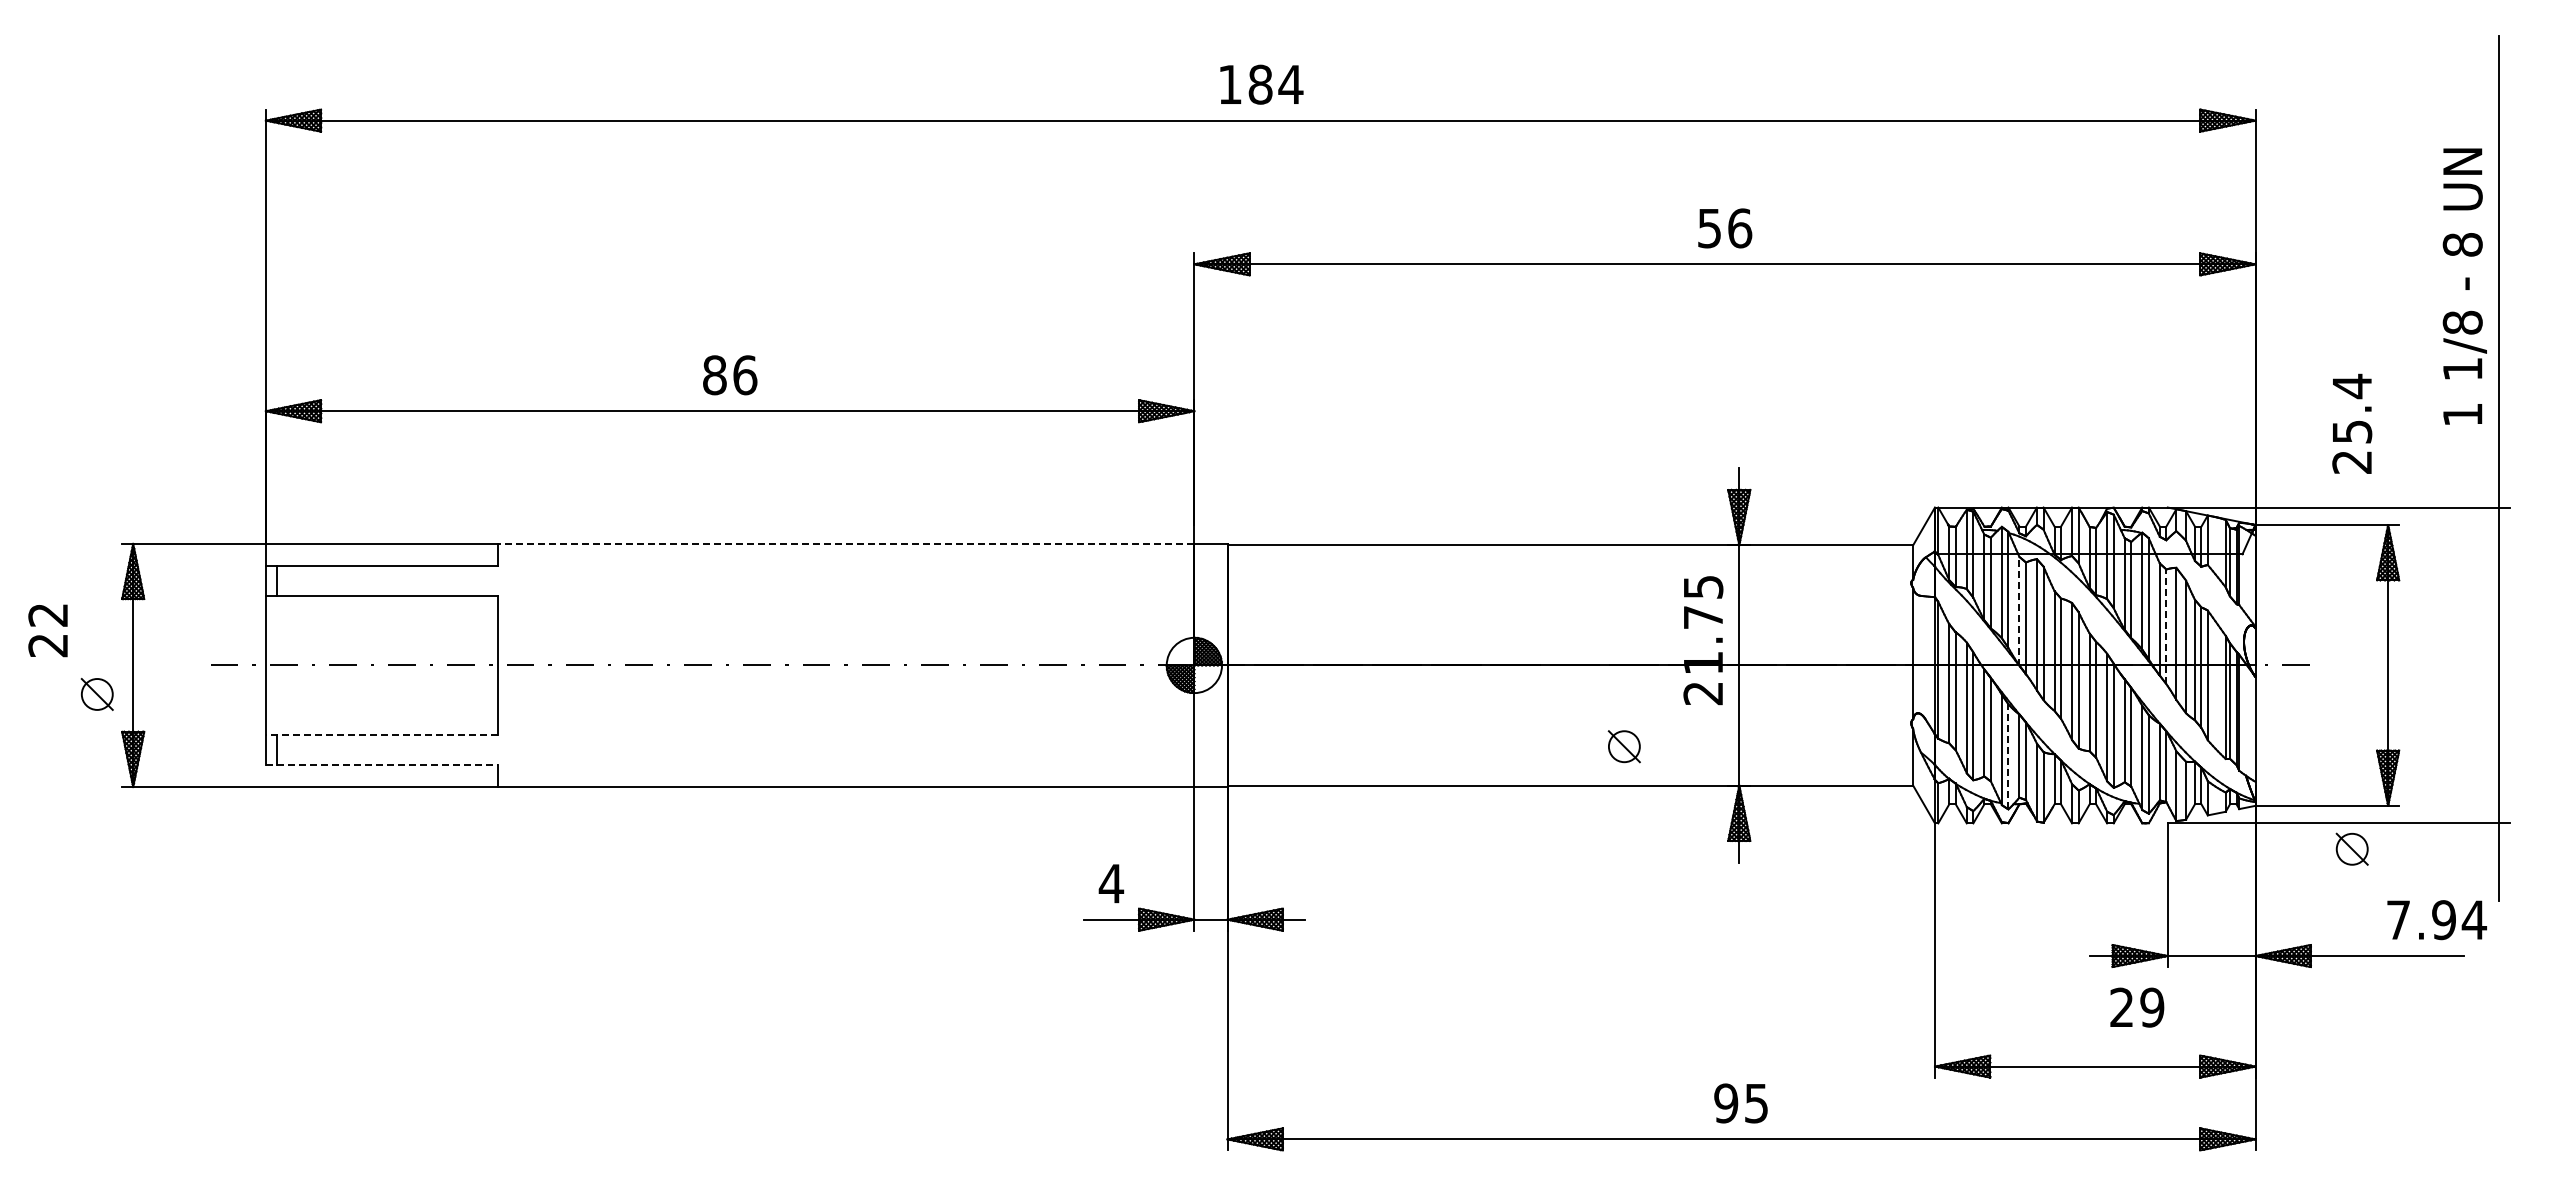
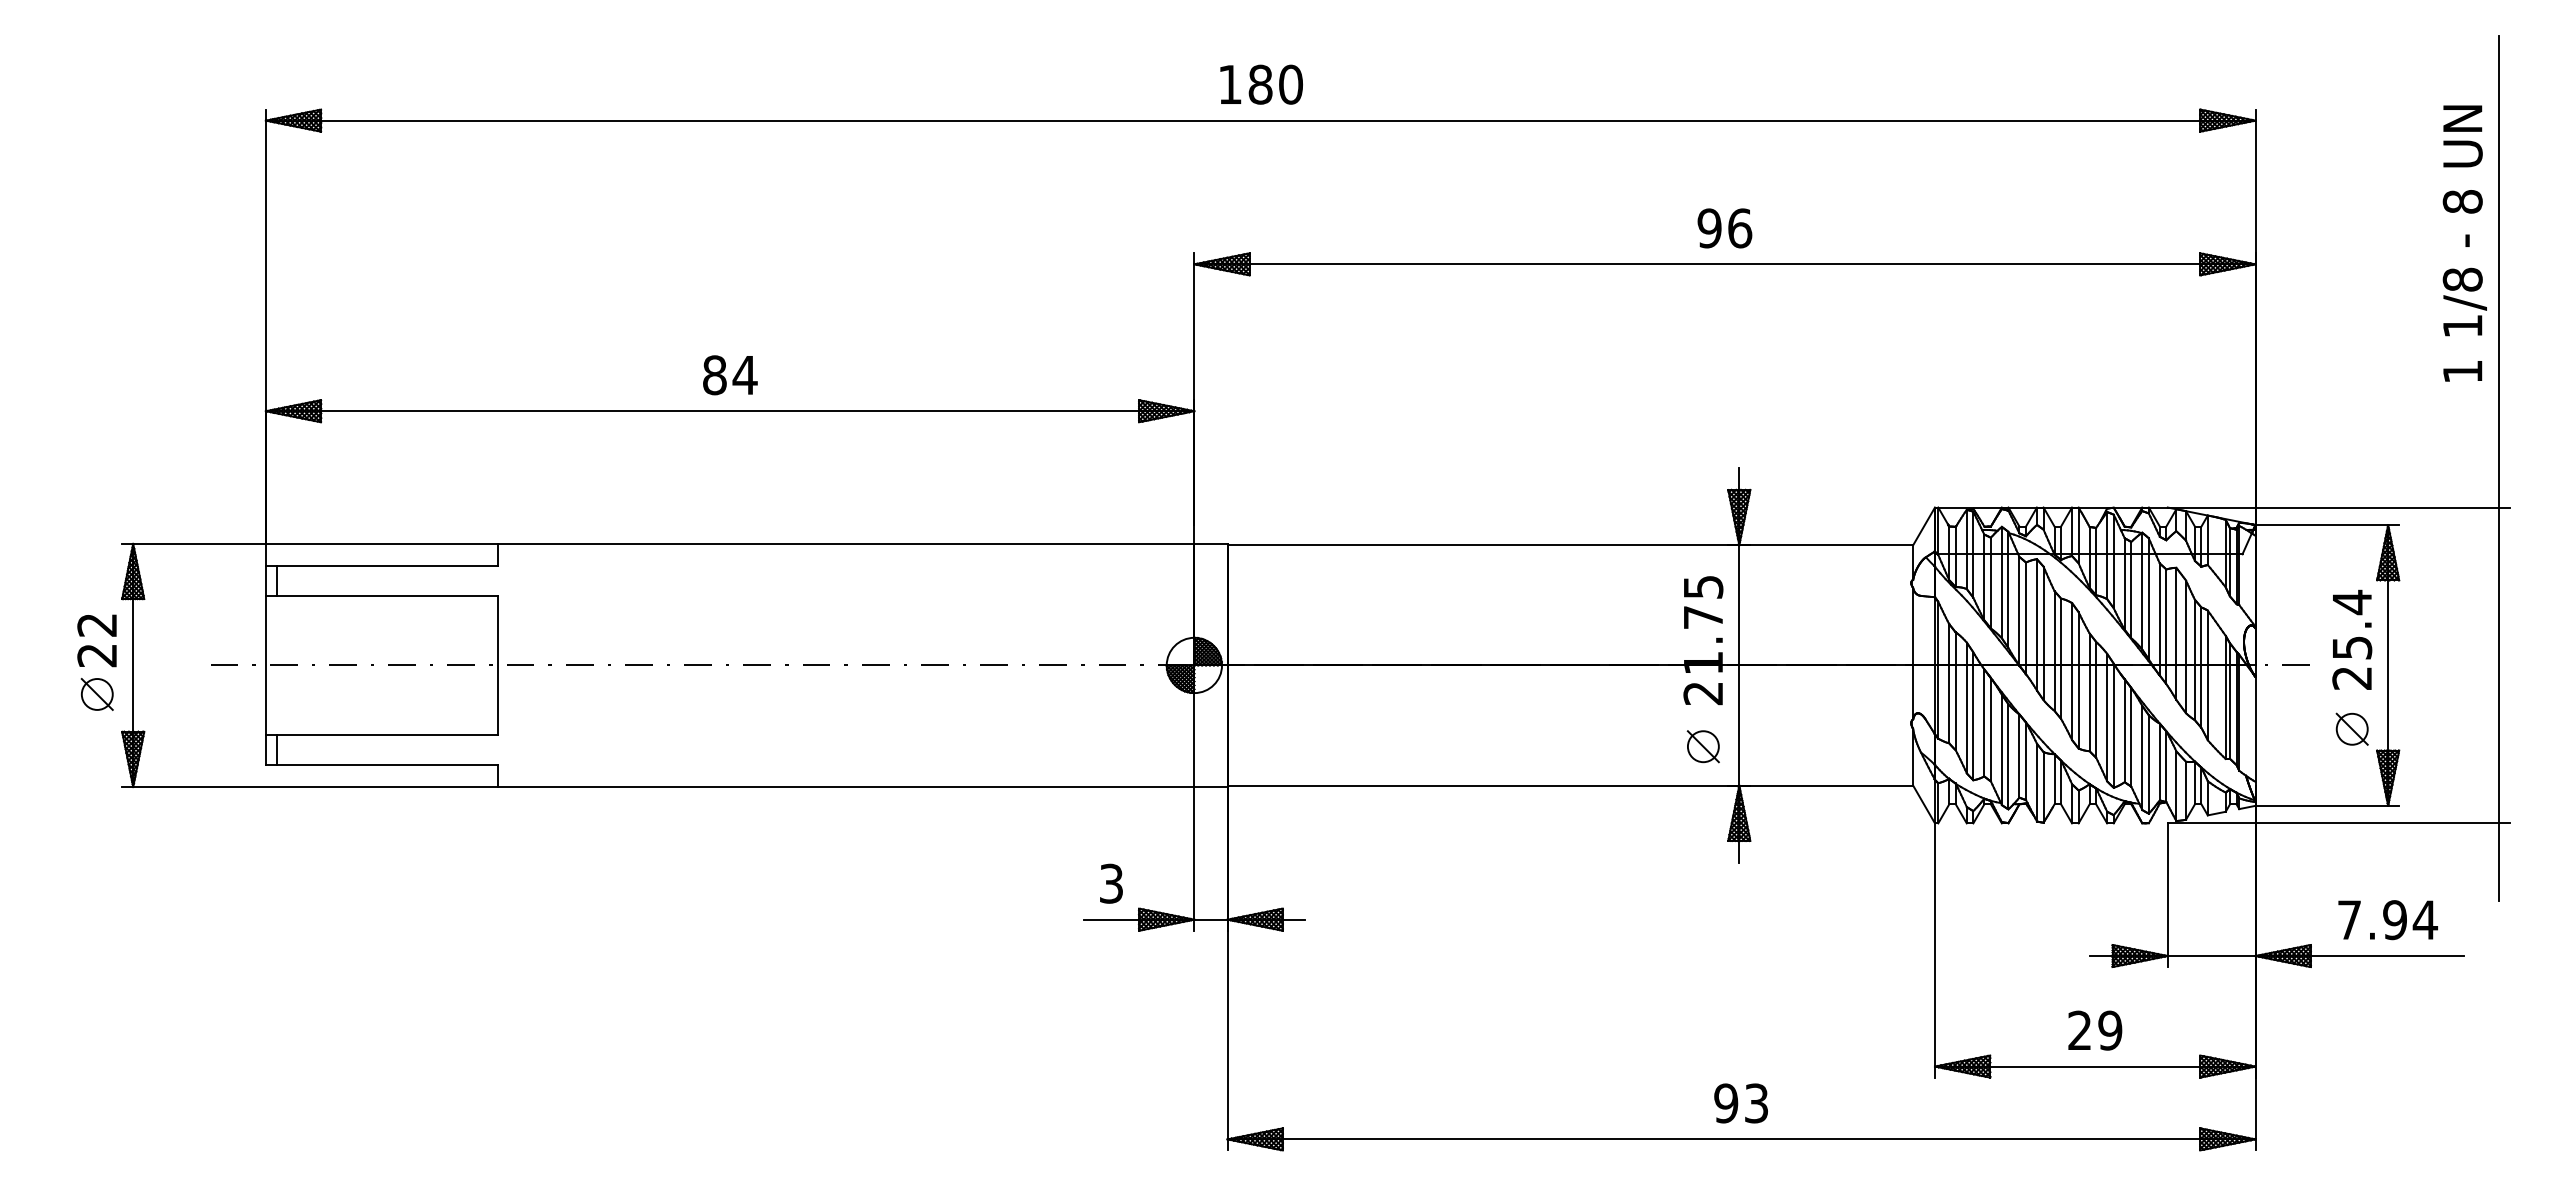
text at (1290, 84): 184 -> 180
text at (1709, 228): 56 -> 96
text at (2464, 286) position: (2464, 286) -> (2464, 243)
text at (744, 375): 86 -> 84
text at (2352, 423) position: (2352, 423) -> (2352, 639)
line at (845, 543): dashed -> solid
line at (2019, 610): dashed -> solid
line at (2166, 626): dashed -> solid
text at (47, 630) position: (47, 630) -> (96, 640)
line at (381, 735): dashed -> solid
part at (1623, 746) position: (1623, 746) -> (1702, 746)
line at (2008, 756): dashed -> solid
line at (382, 764): dashed -> solid
part at (2351, 848) position: (2351, 848) -> (2351, 728)
text at (1111, 883): 4 -> 3
text at (2436, 920) position: (2436, 920) -> (2387, 920)
text at (2137, 1007) position: (2137, 1007) -> (2095, 1030)
text at (1756, 1102): 95 -> 93
